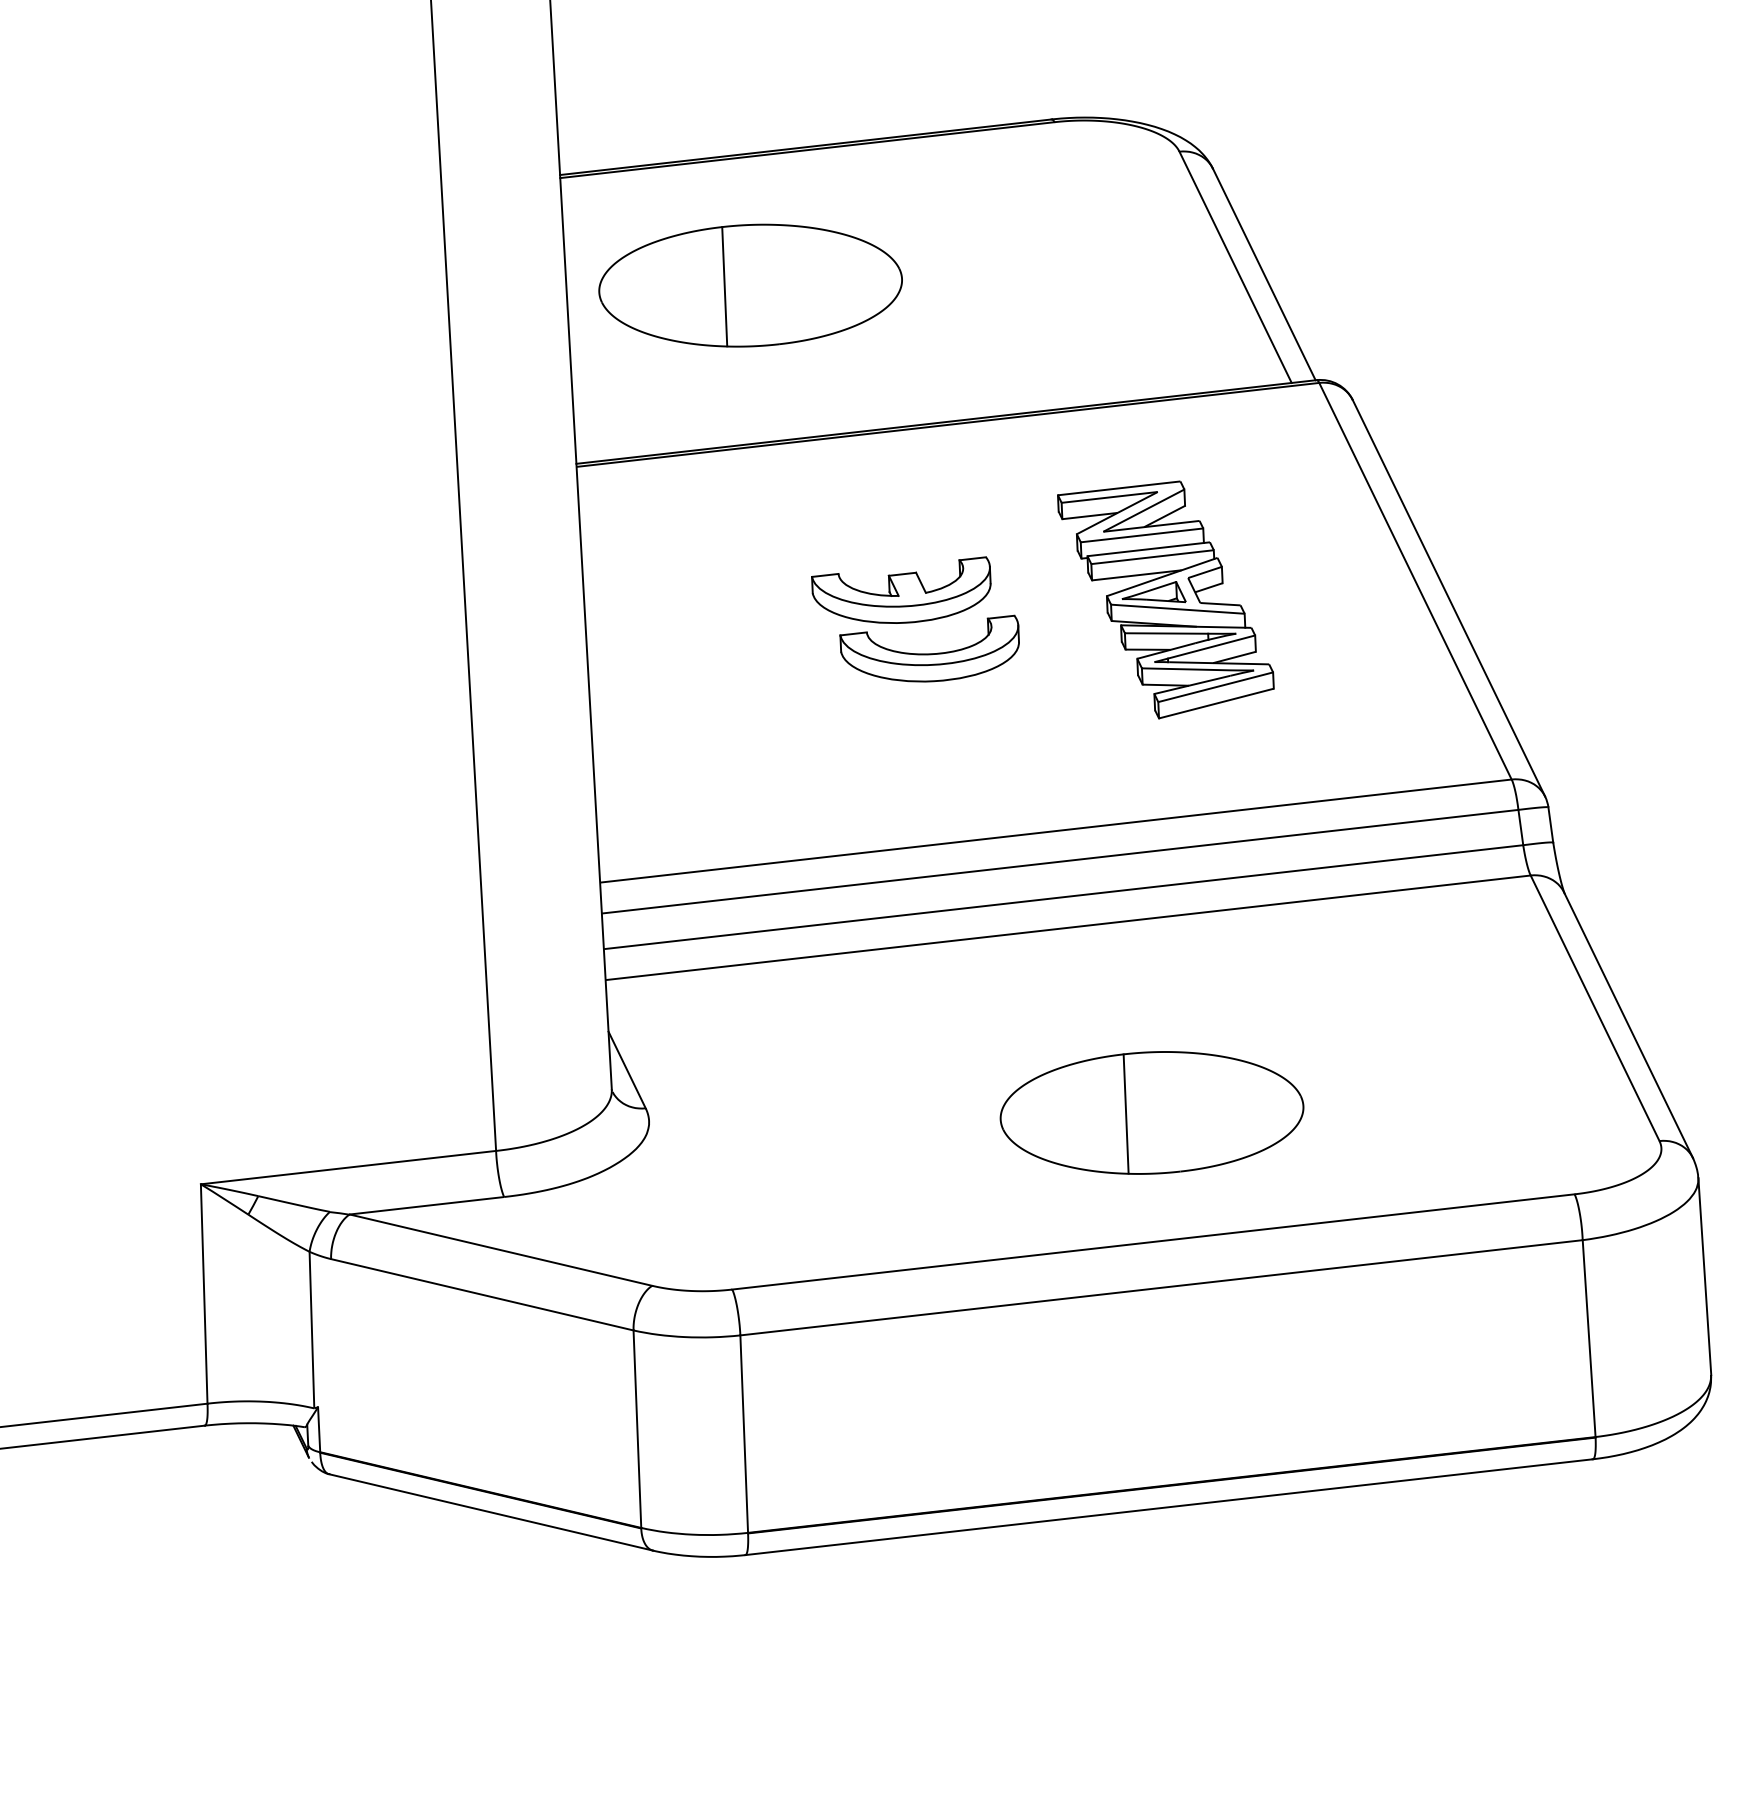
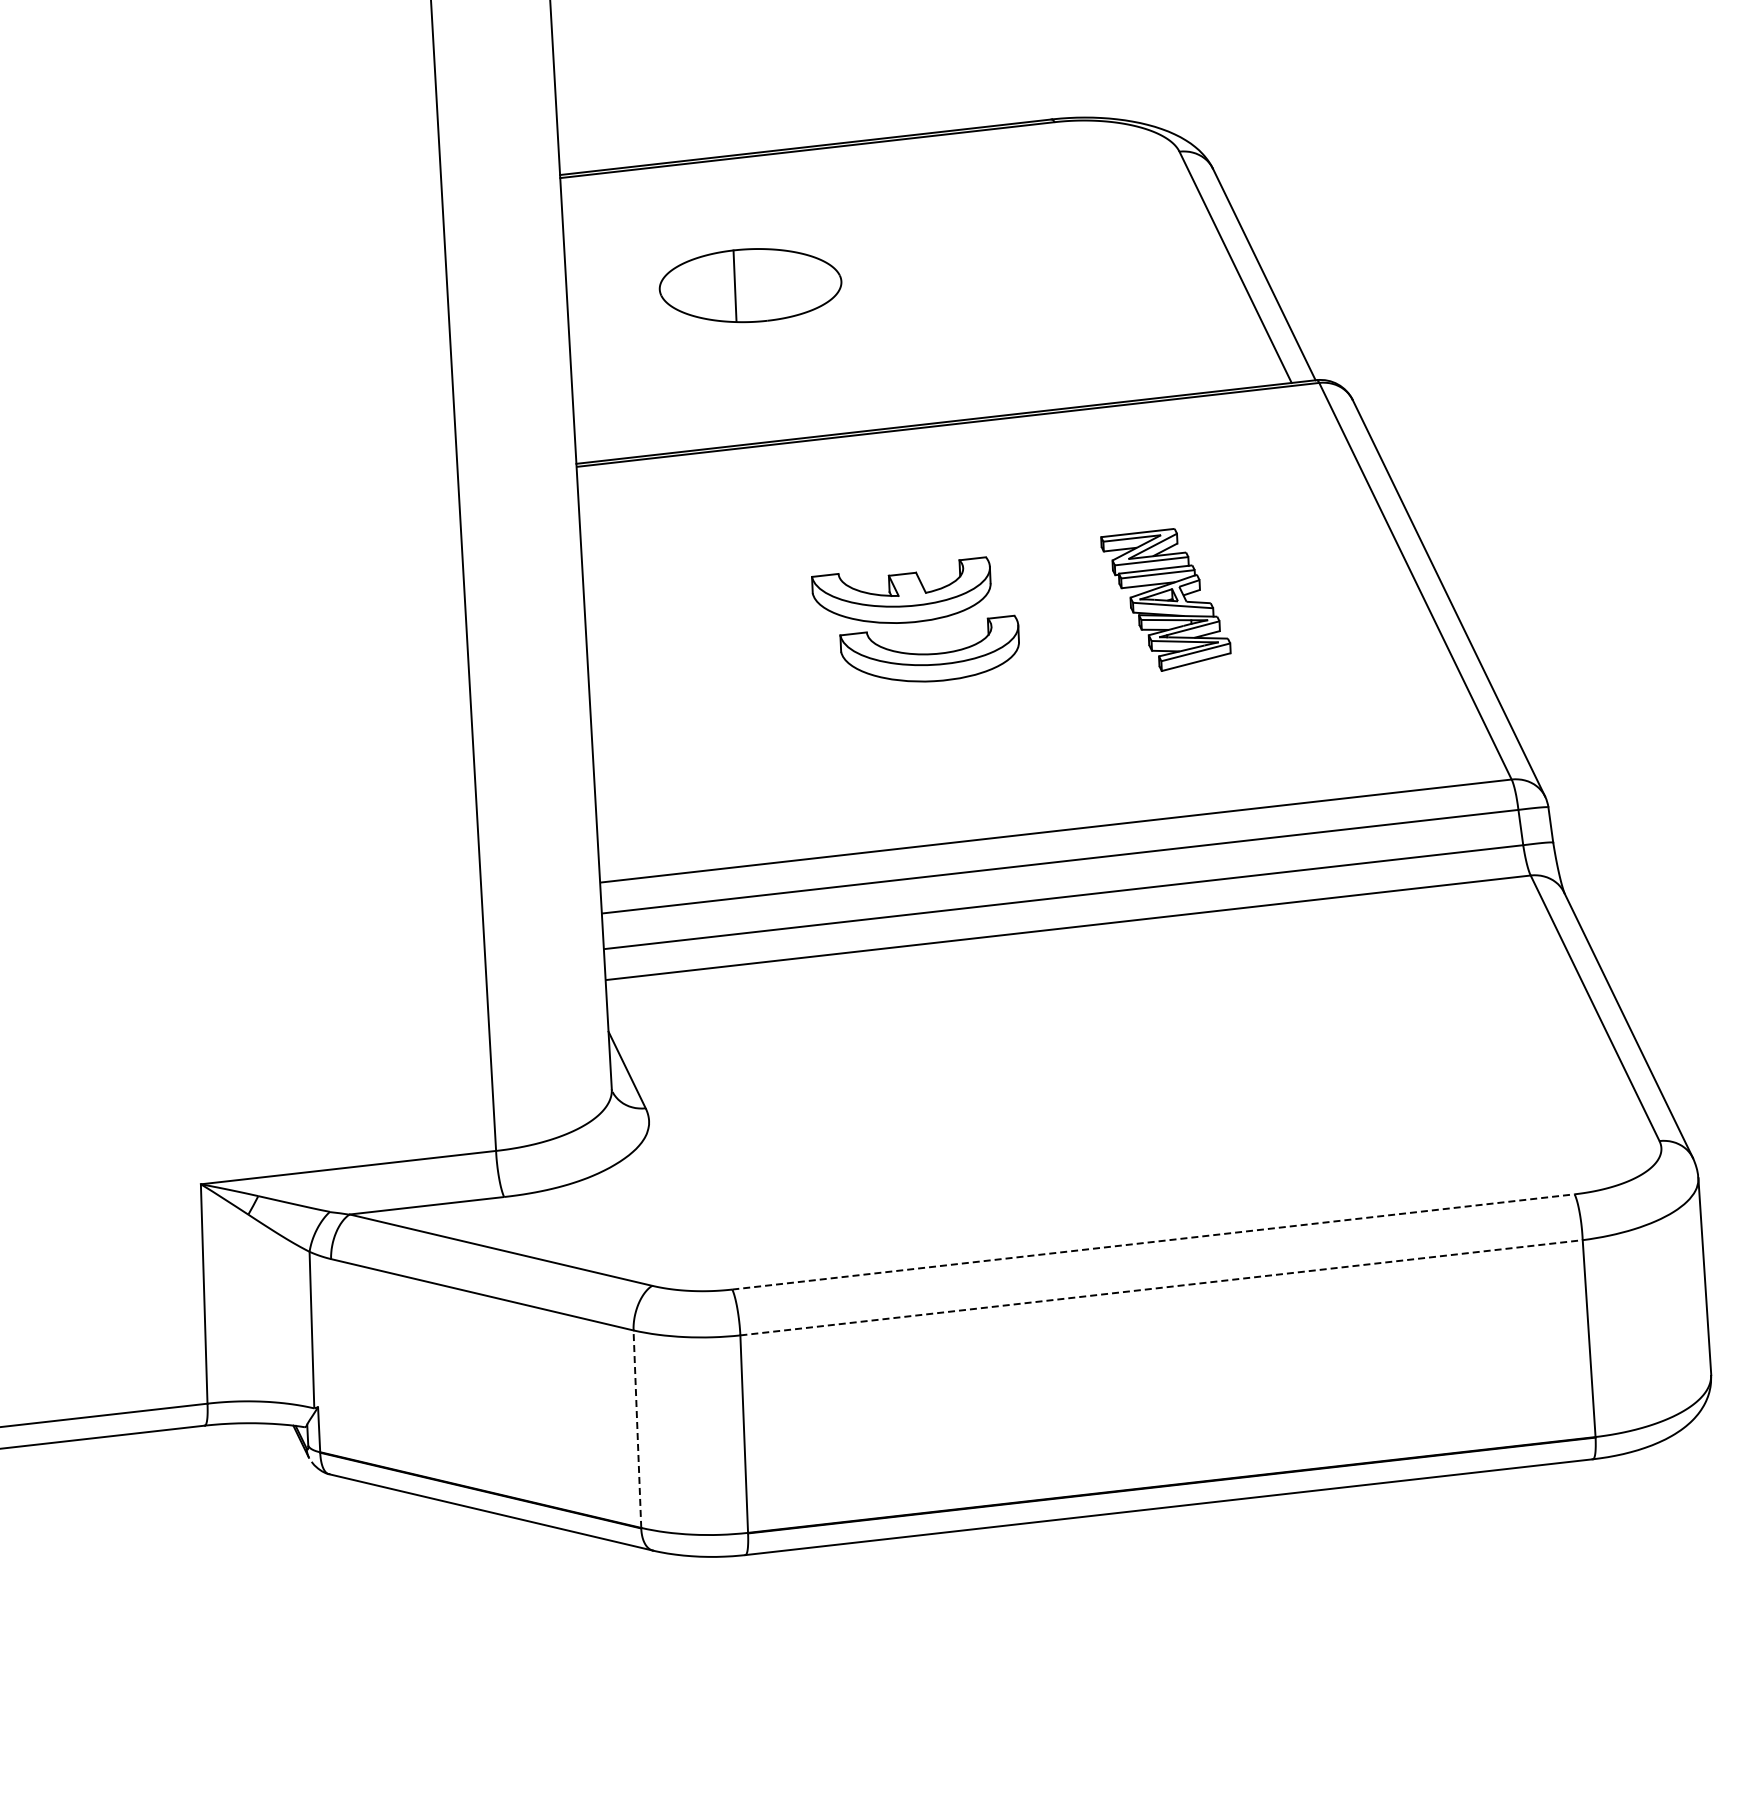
part at (750, 285) size: 305x125 px -> 185x76 px
part at (1165, 599) size: 218x240 px -> 132x144 px
part at (1151, 1112): present -> none
line at (1153, 1241): solid -> dashed
line at (1161, 1287): solid -> dashed
line at (637, 1429): solid -> dashed
